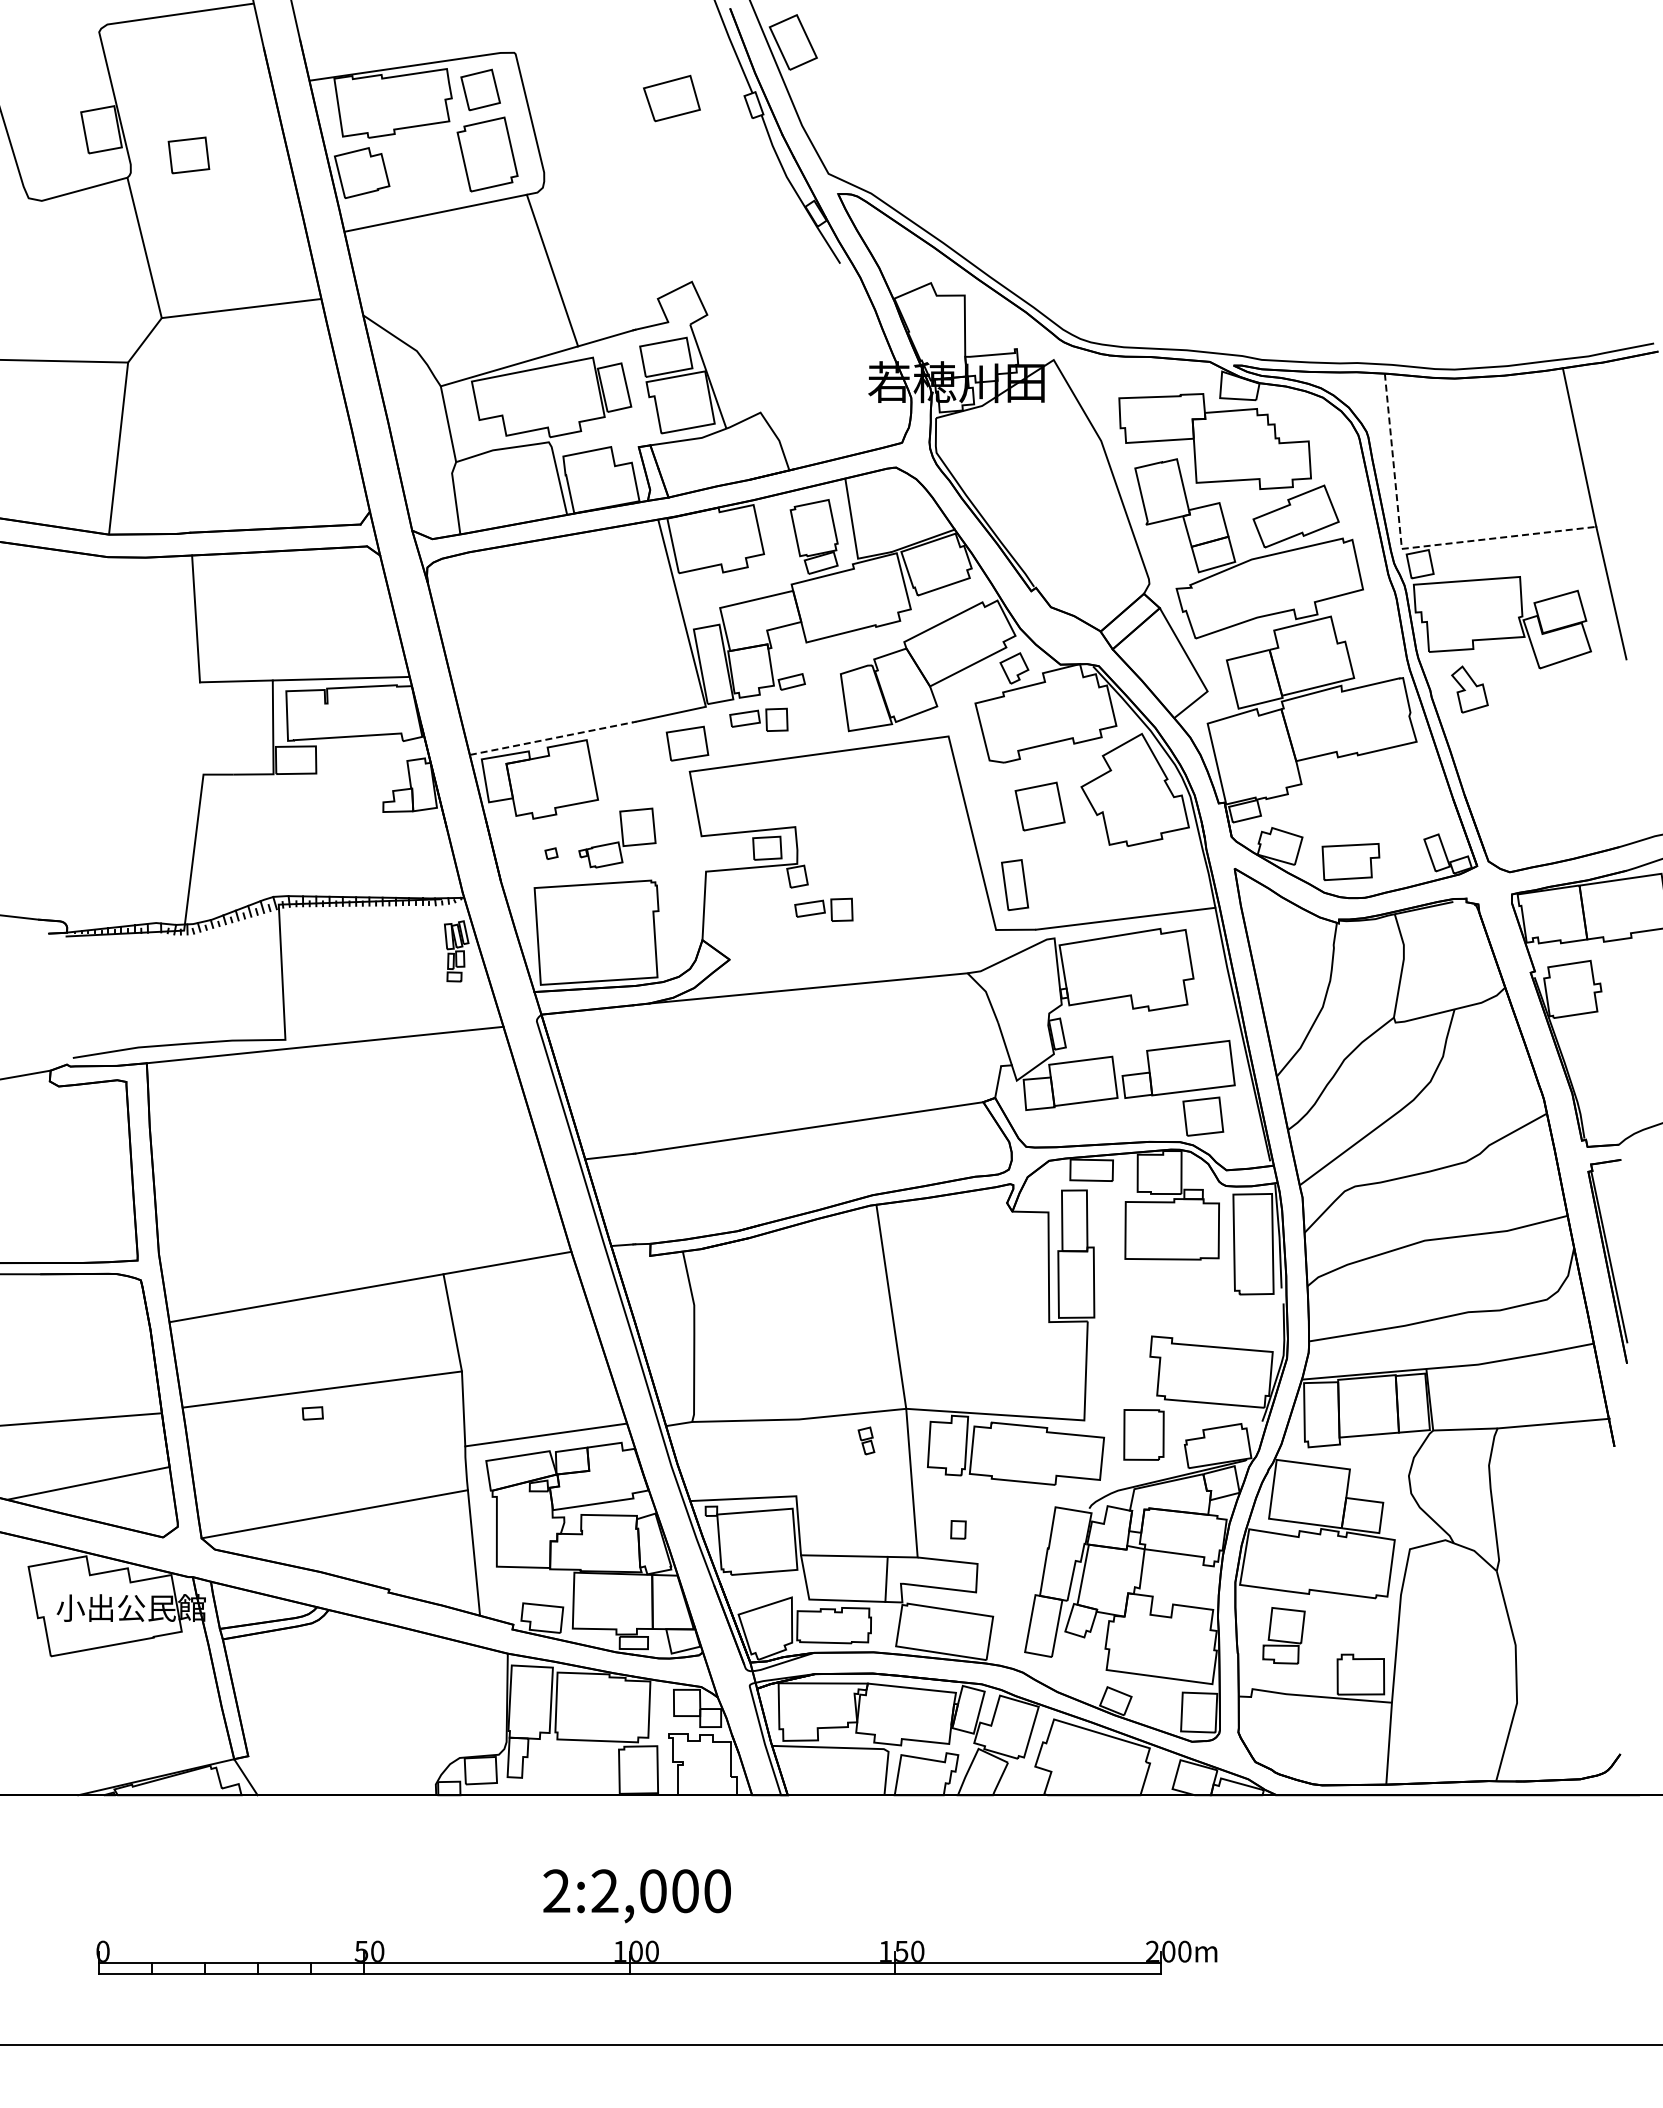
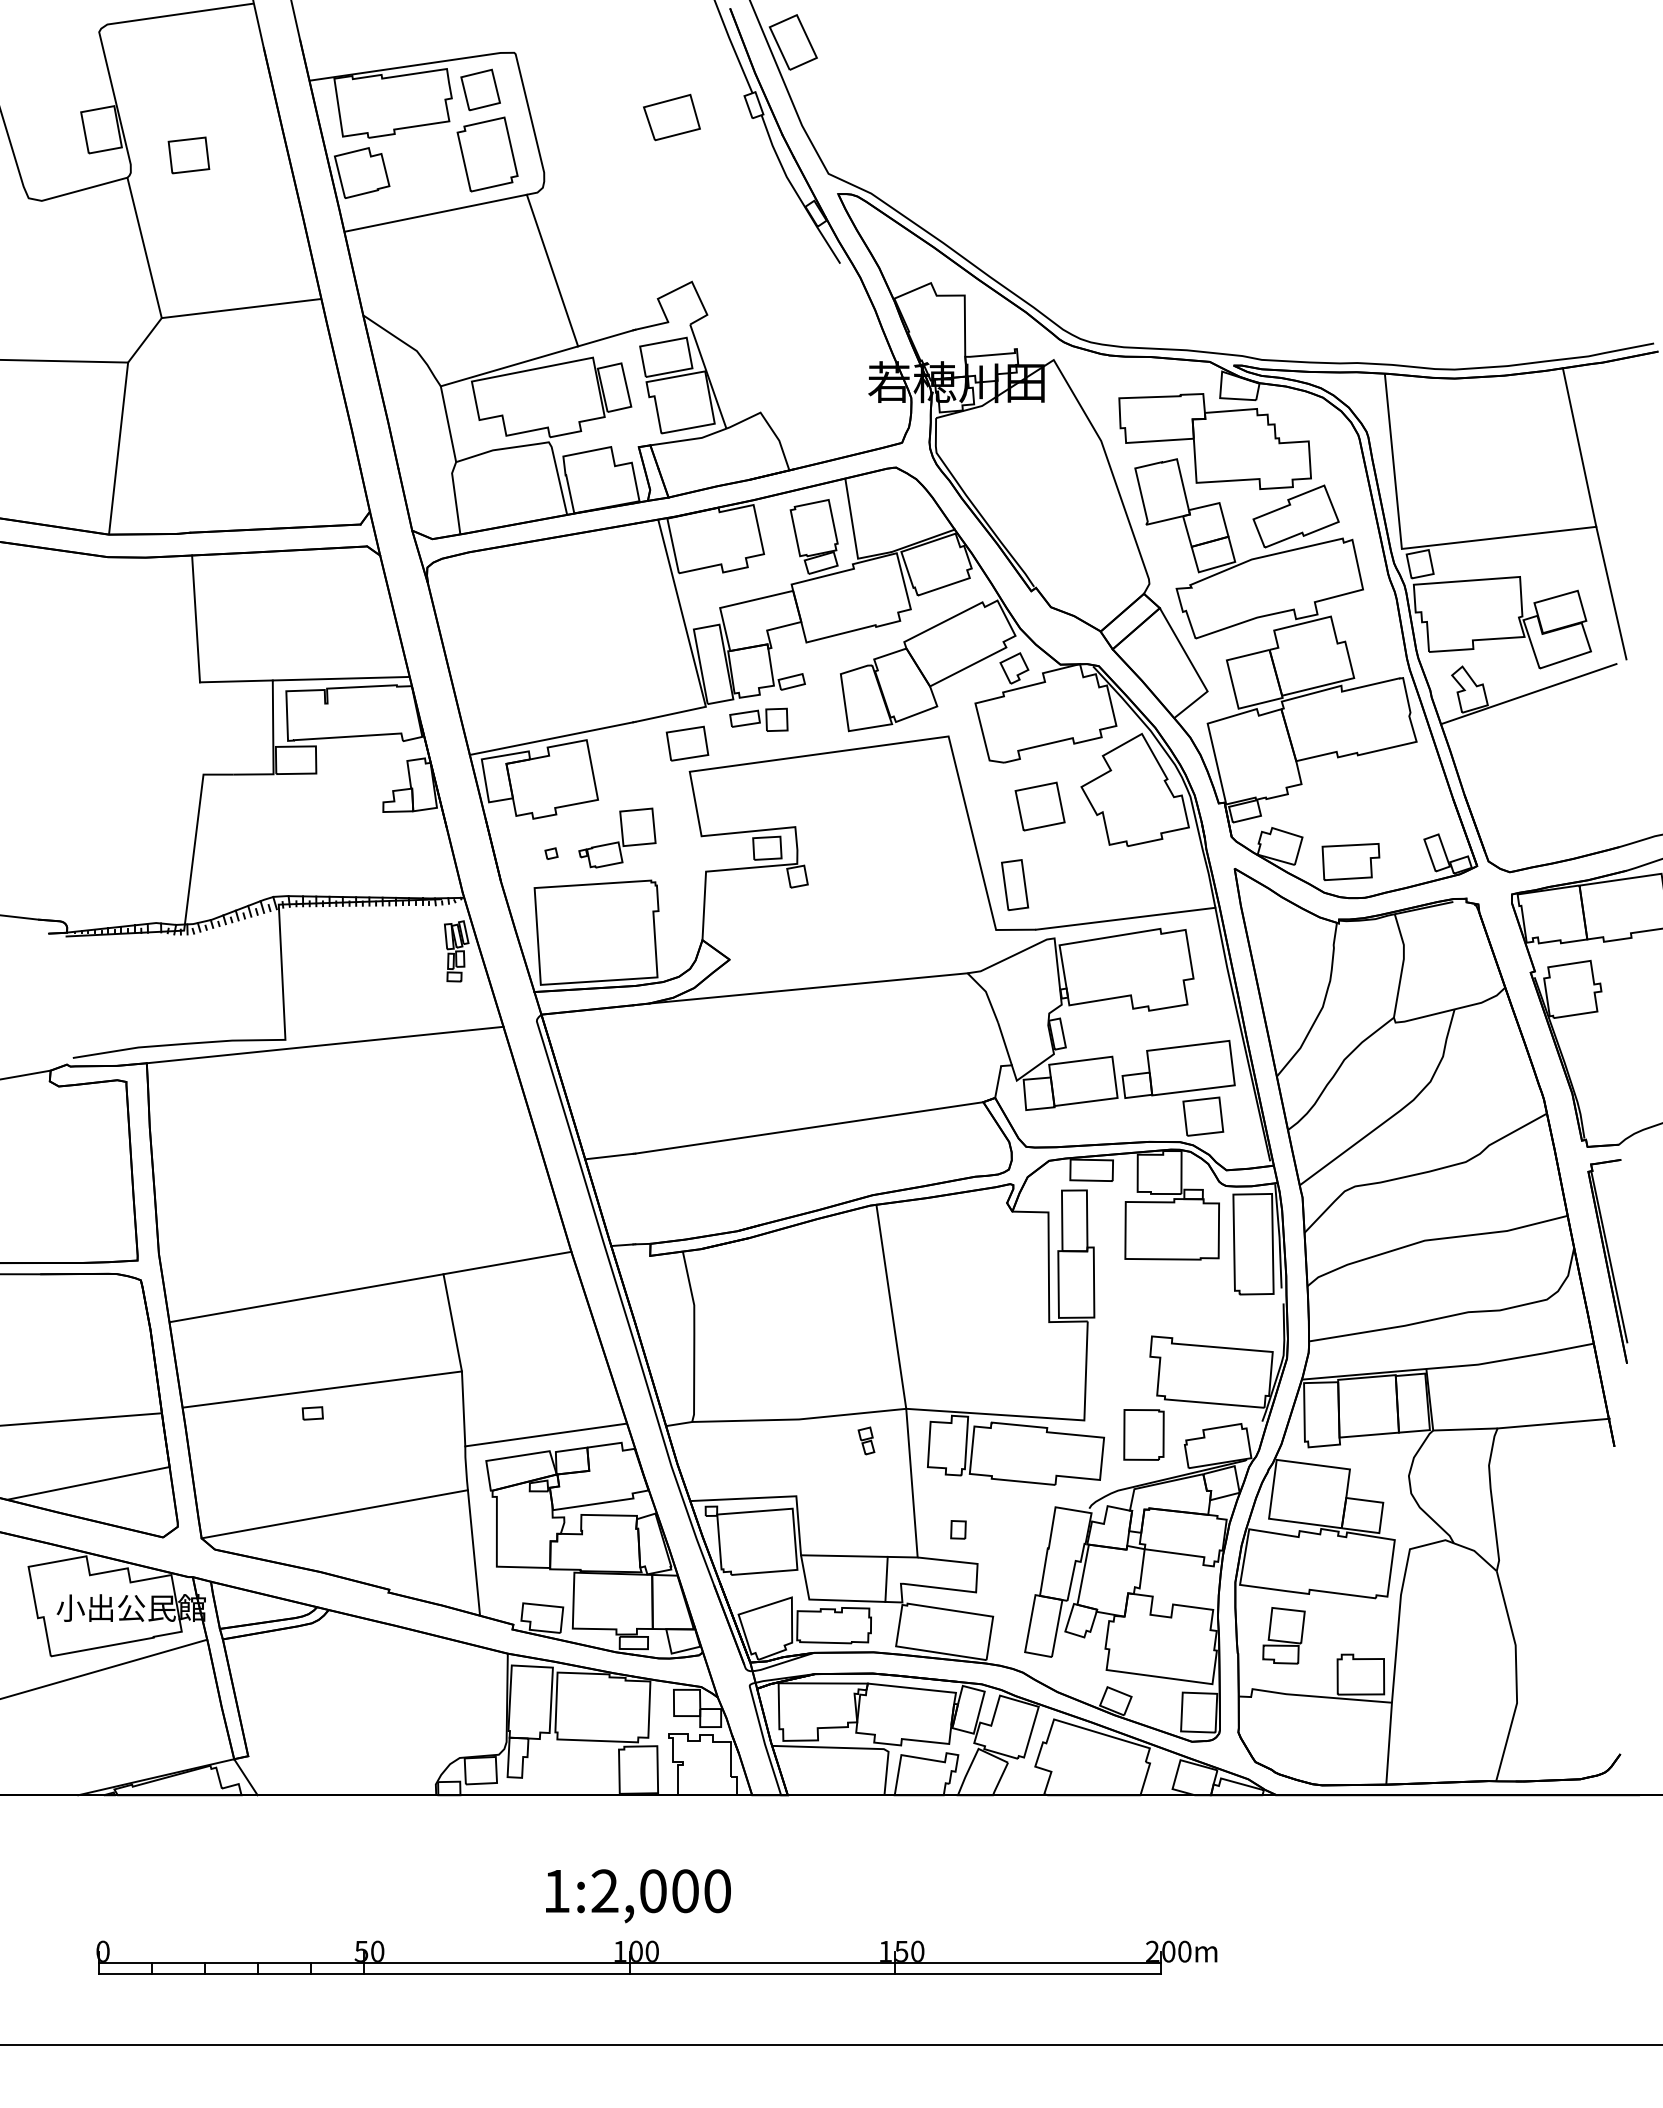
part at (671, 98) position: (671, 98) -> (671, 117)
line at (1410, 547): dashed -> solid
line at (1528, 694): none -> present
line at (552, 738): dashed -> solid
part at (823, 909): present -> none
line at (104, 1668): none -> present
text at (556, 1890): 2:2,000 -> 1:2,000
